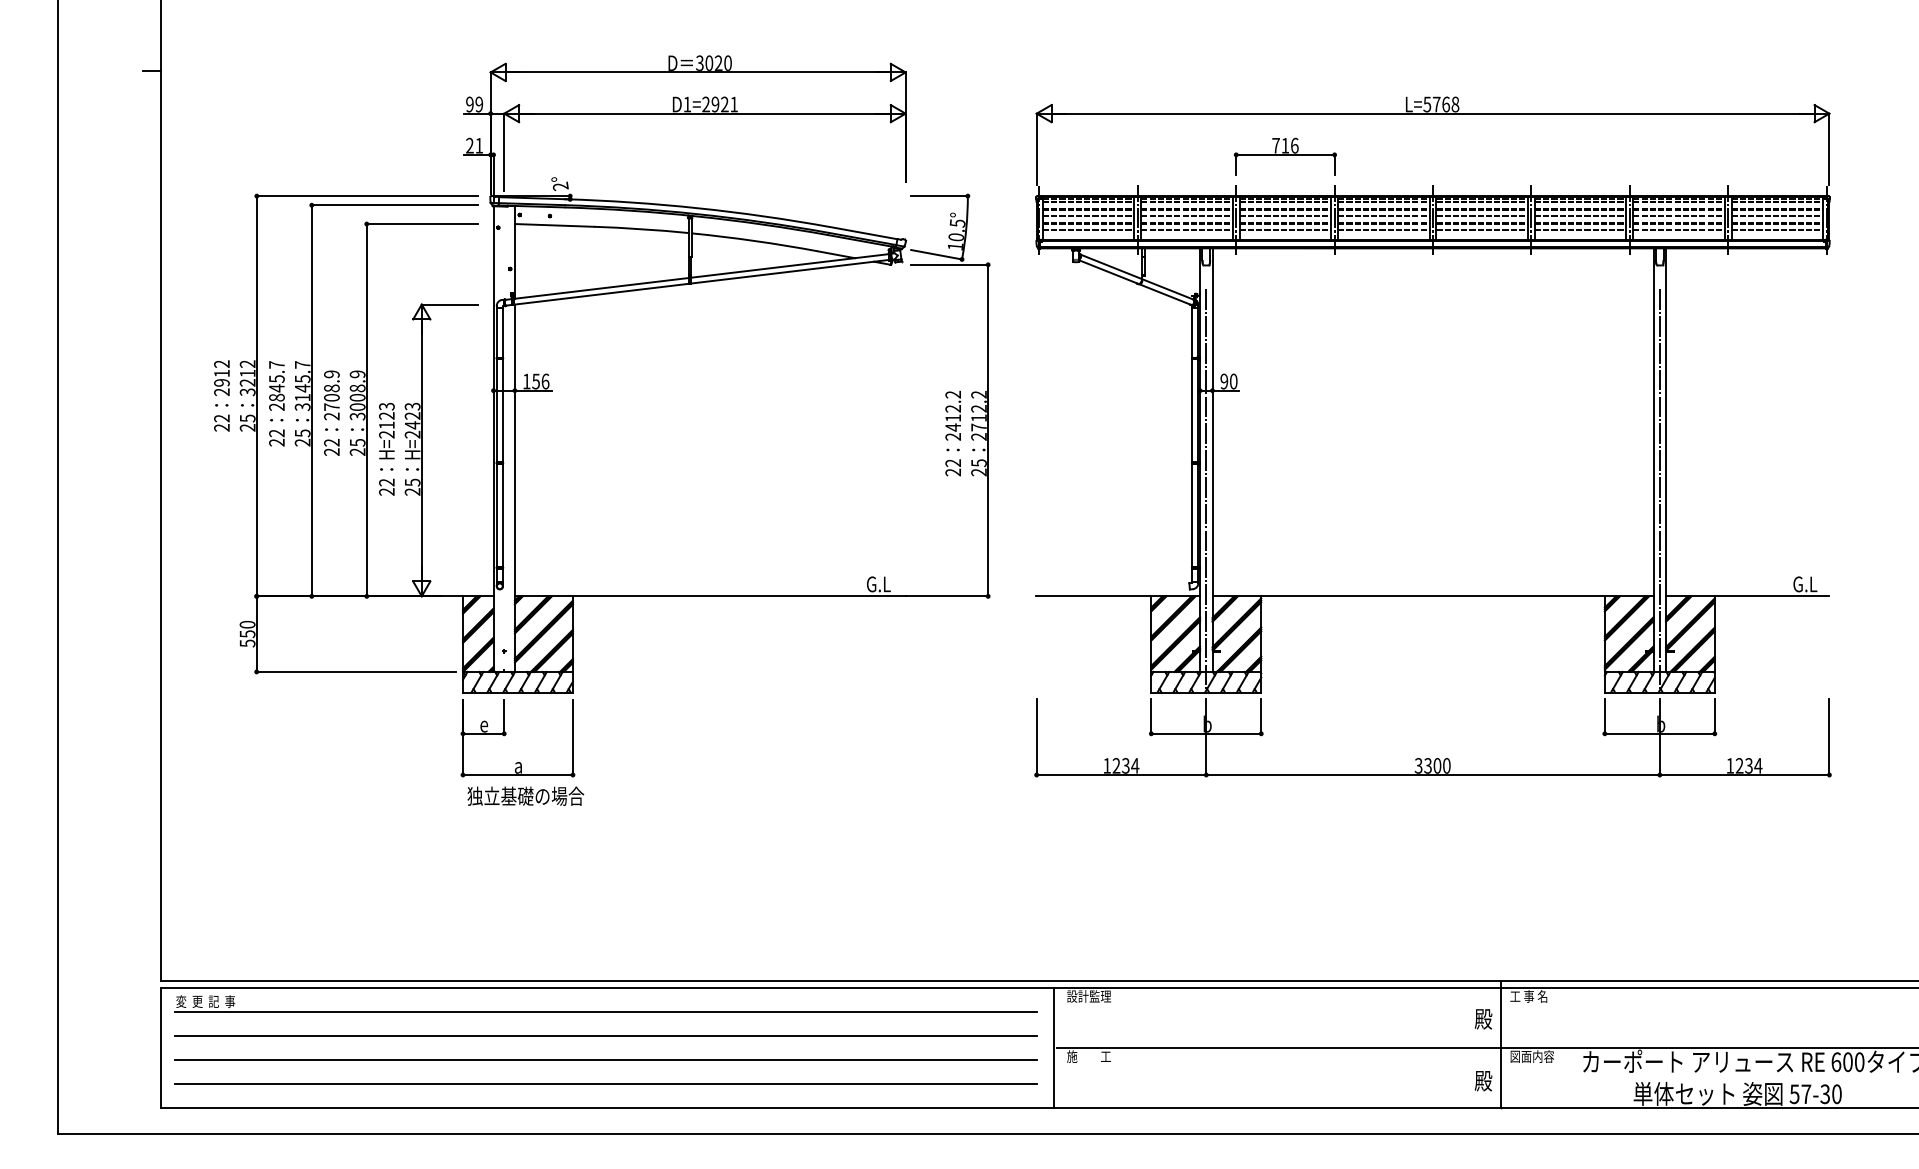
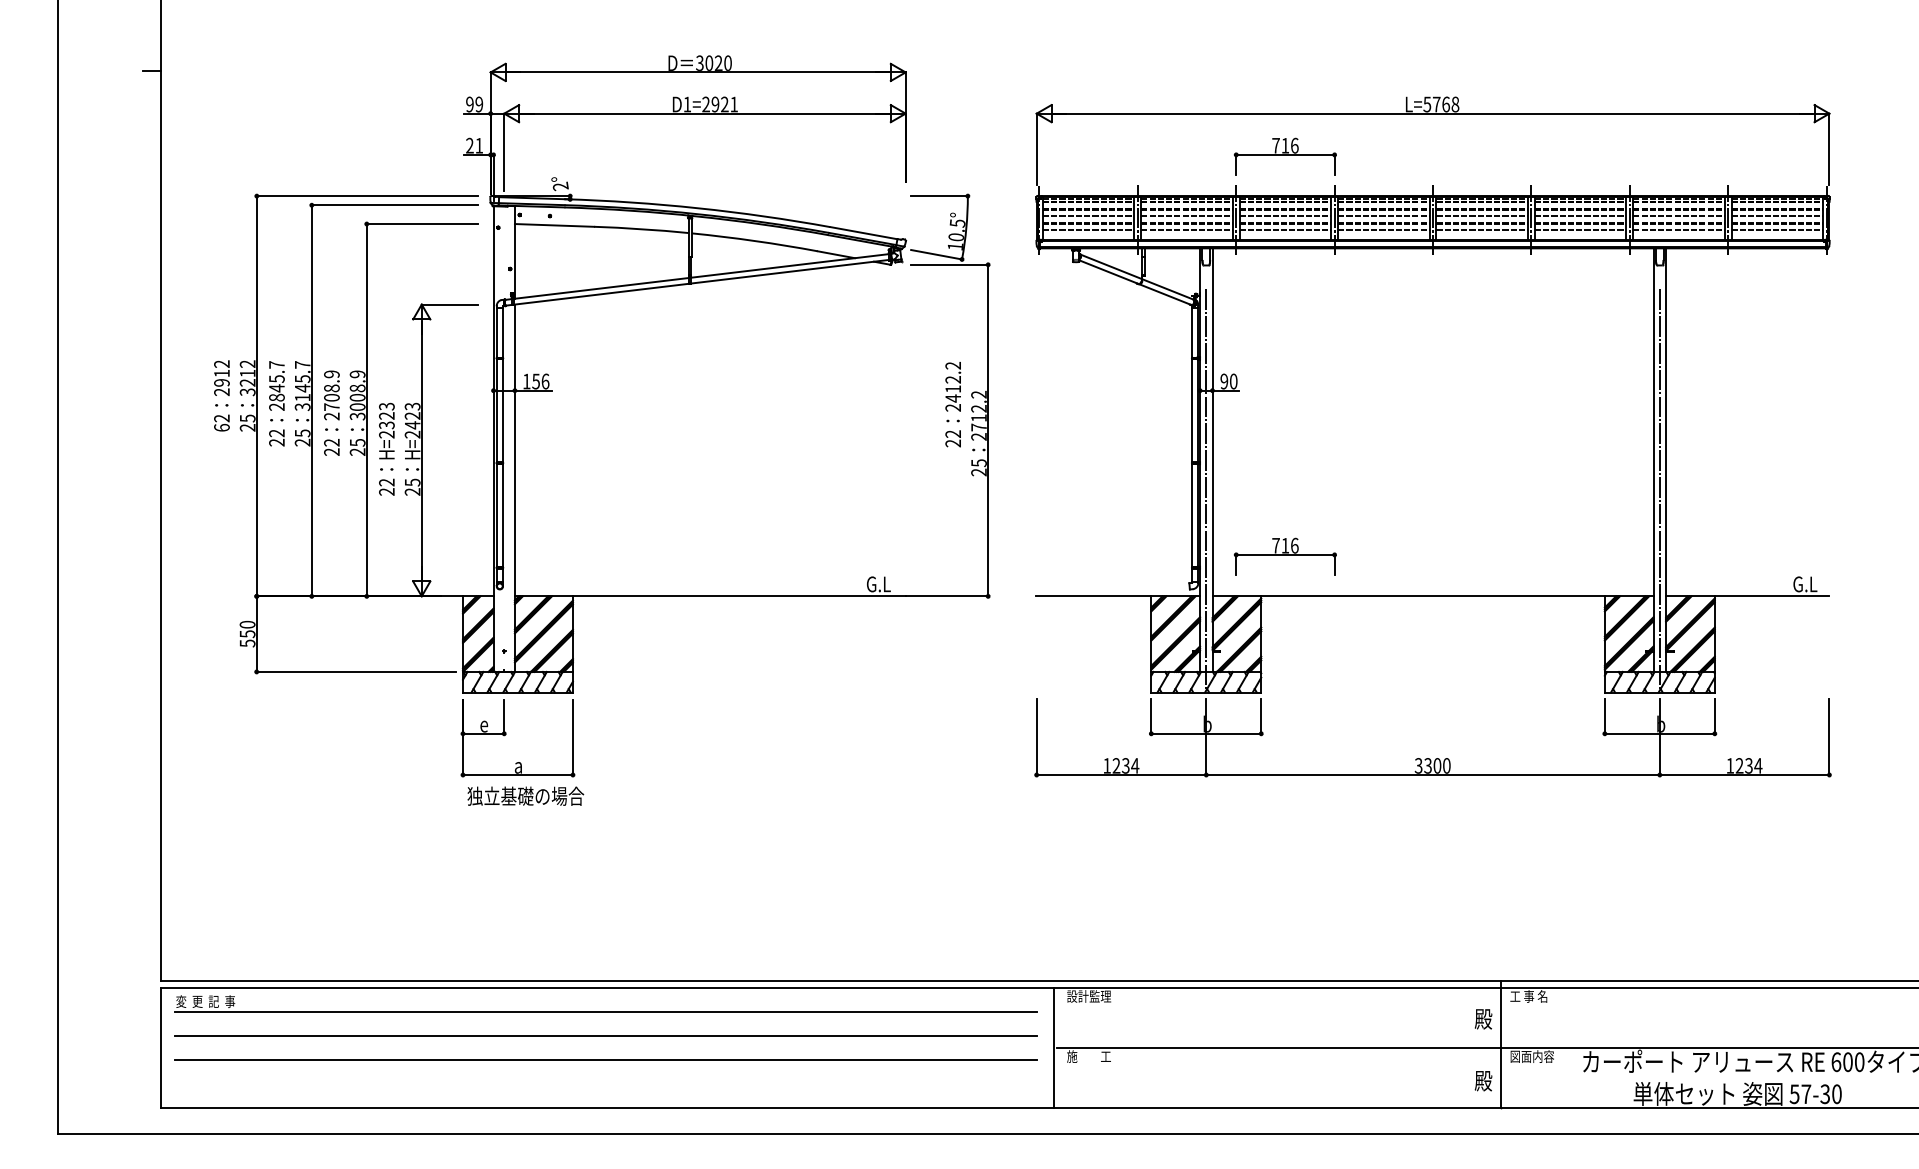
text at (386, 425): H=2123 -> H=2323
text at (221, 427): 22 -> 62
text at (953, 433) position: (953, 433) -> (953, 404)
part at (1284, 556): none -> present
line at (605, 1084): present -> none
